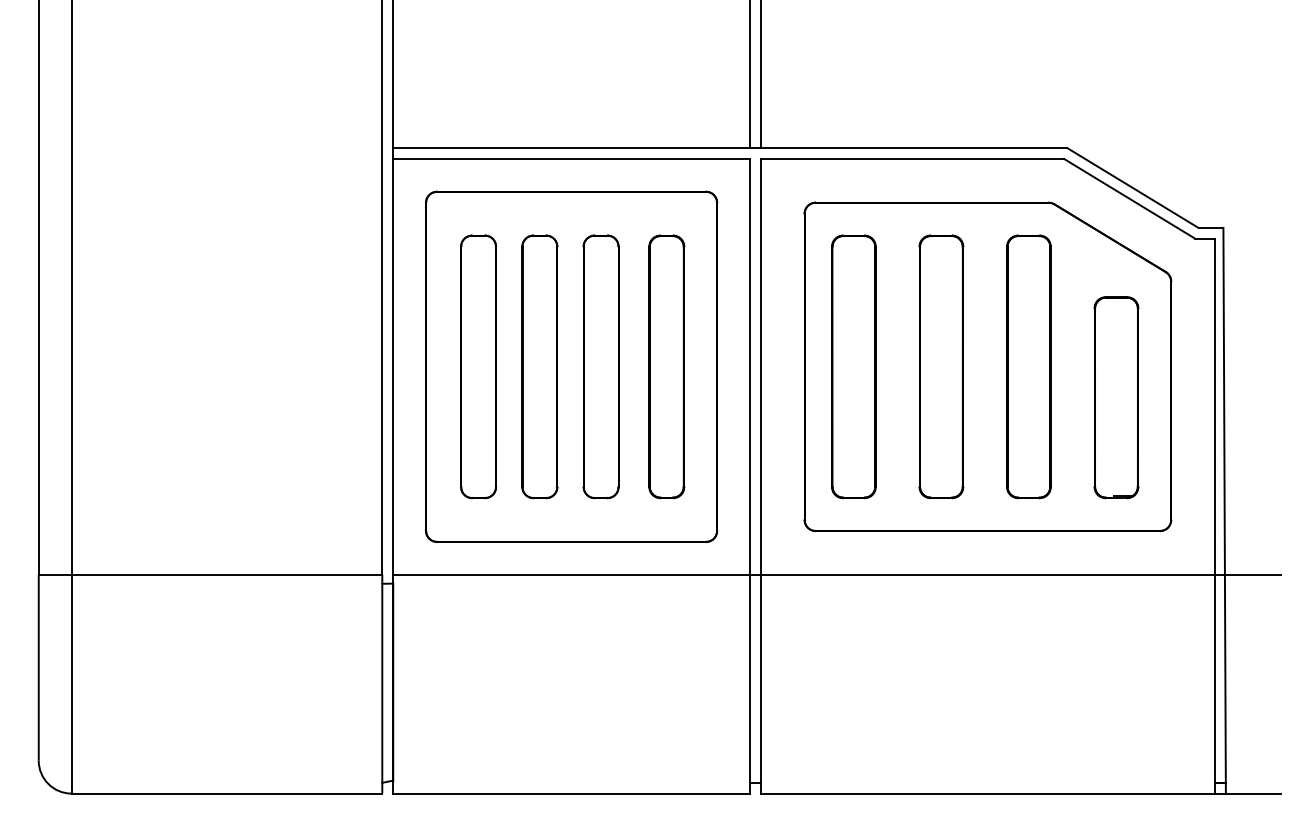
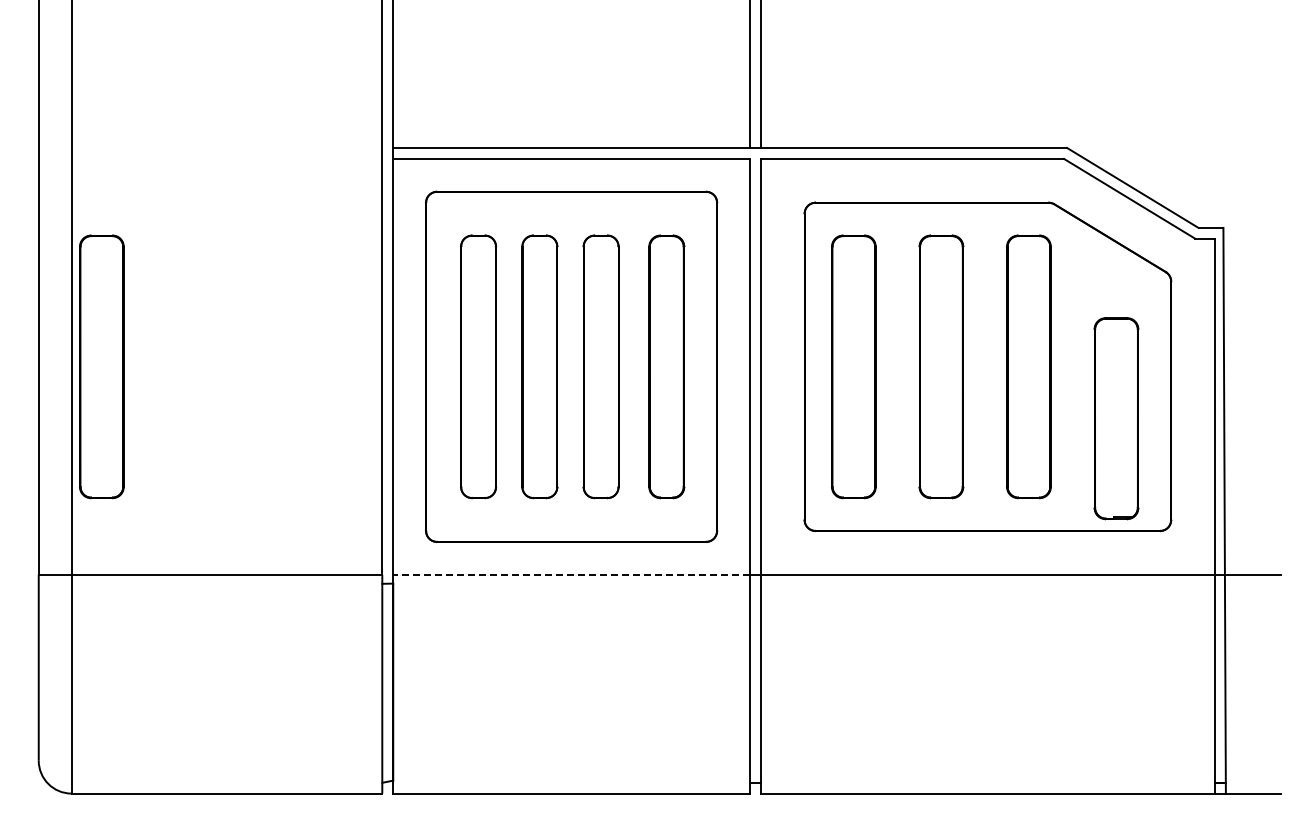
part at (101, 366): none -> present
part at (1116, 397) position: (1116, 397) -> (1116, 418)
line at (571, 574): solid -> dashed
